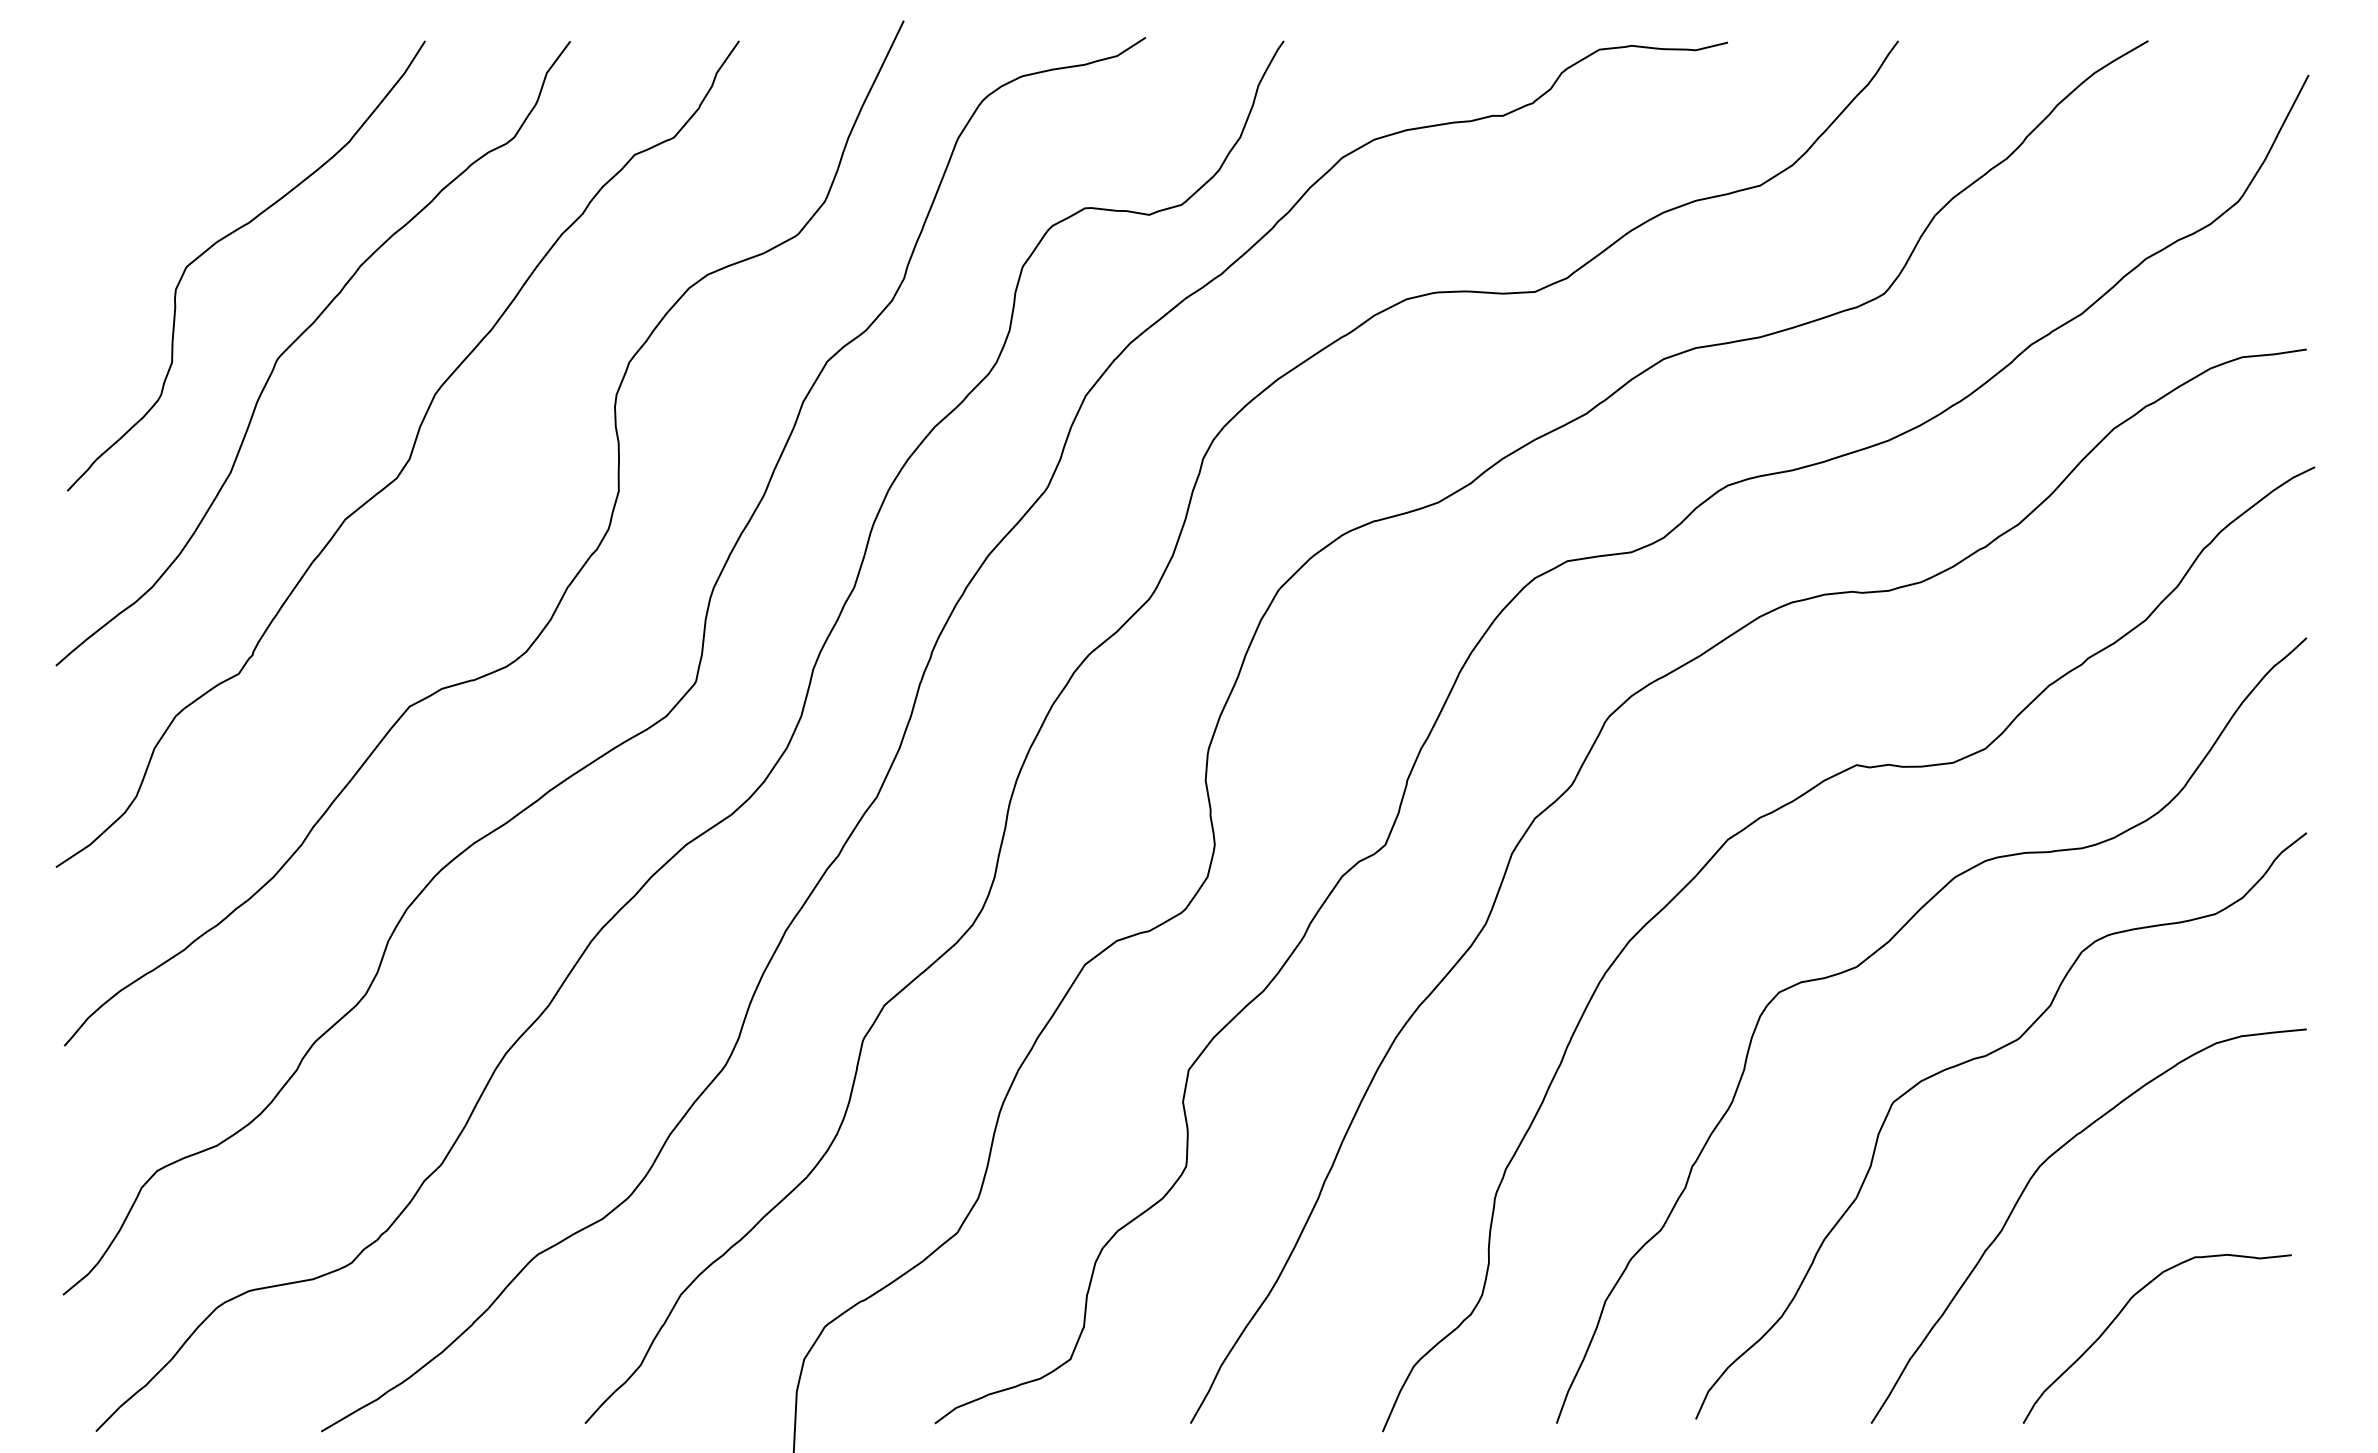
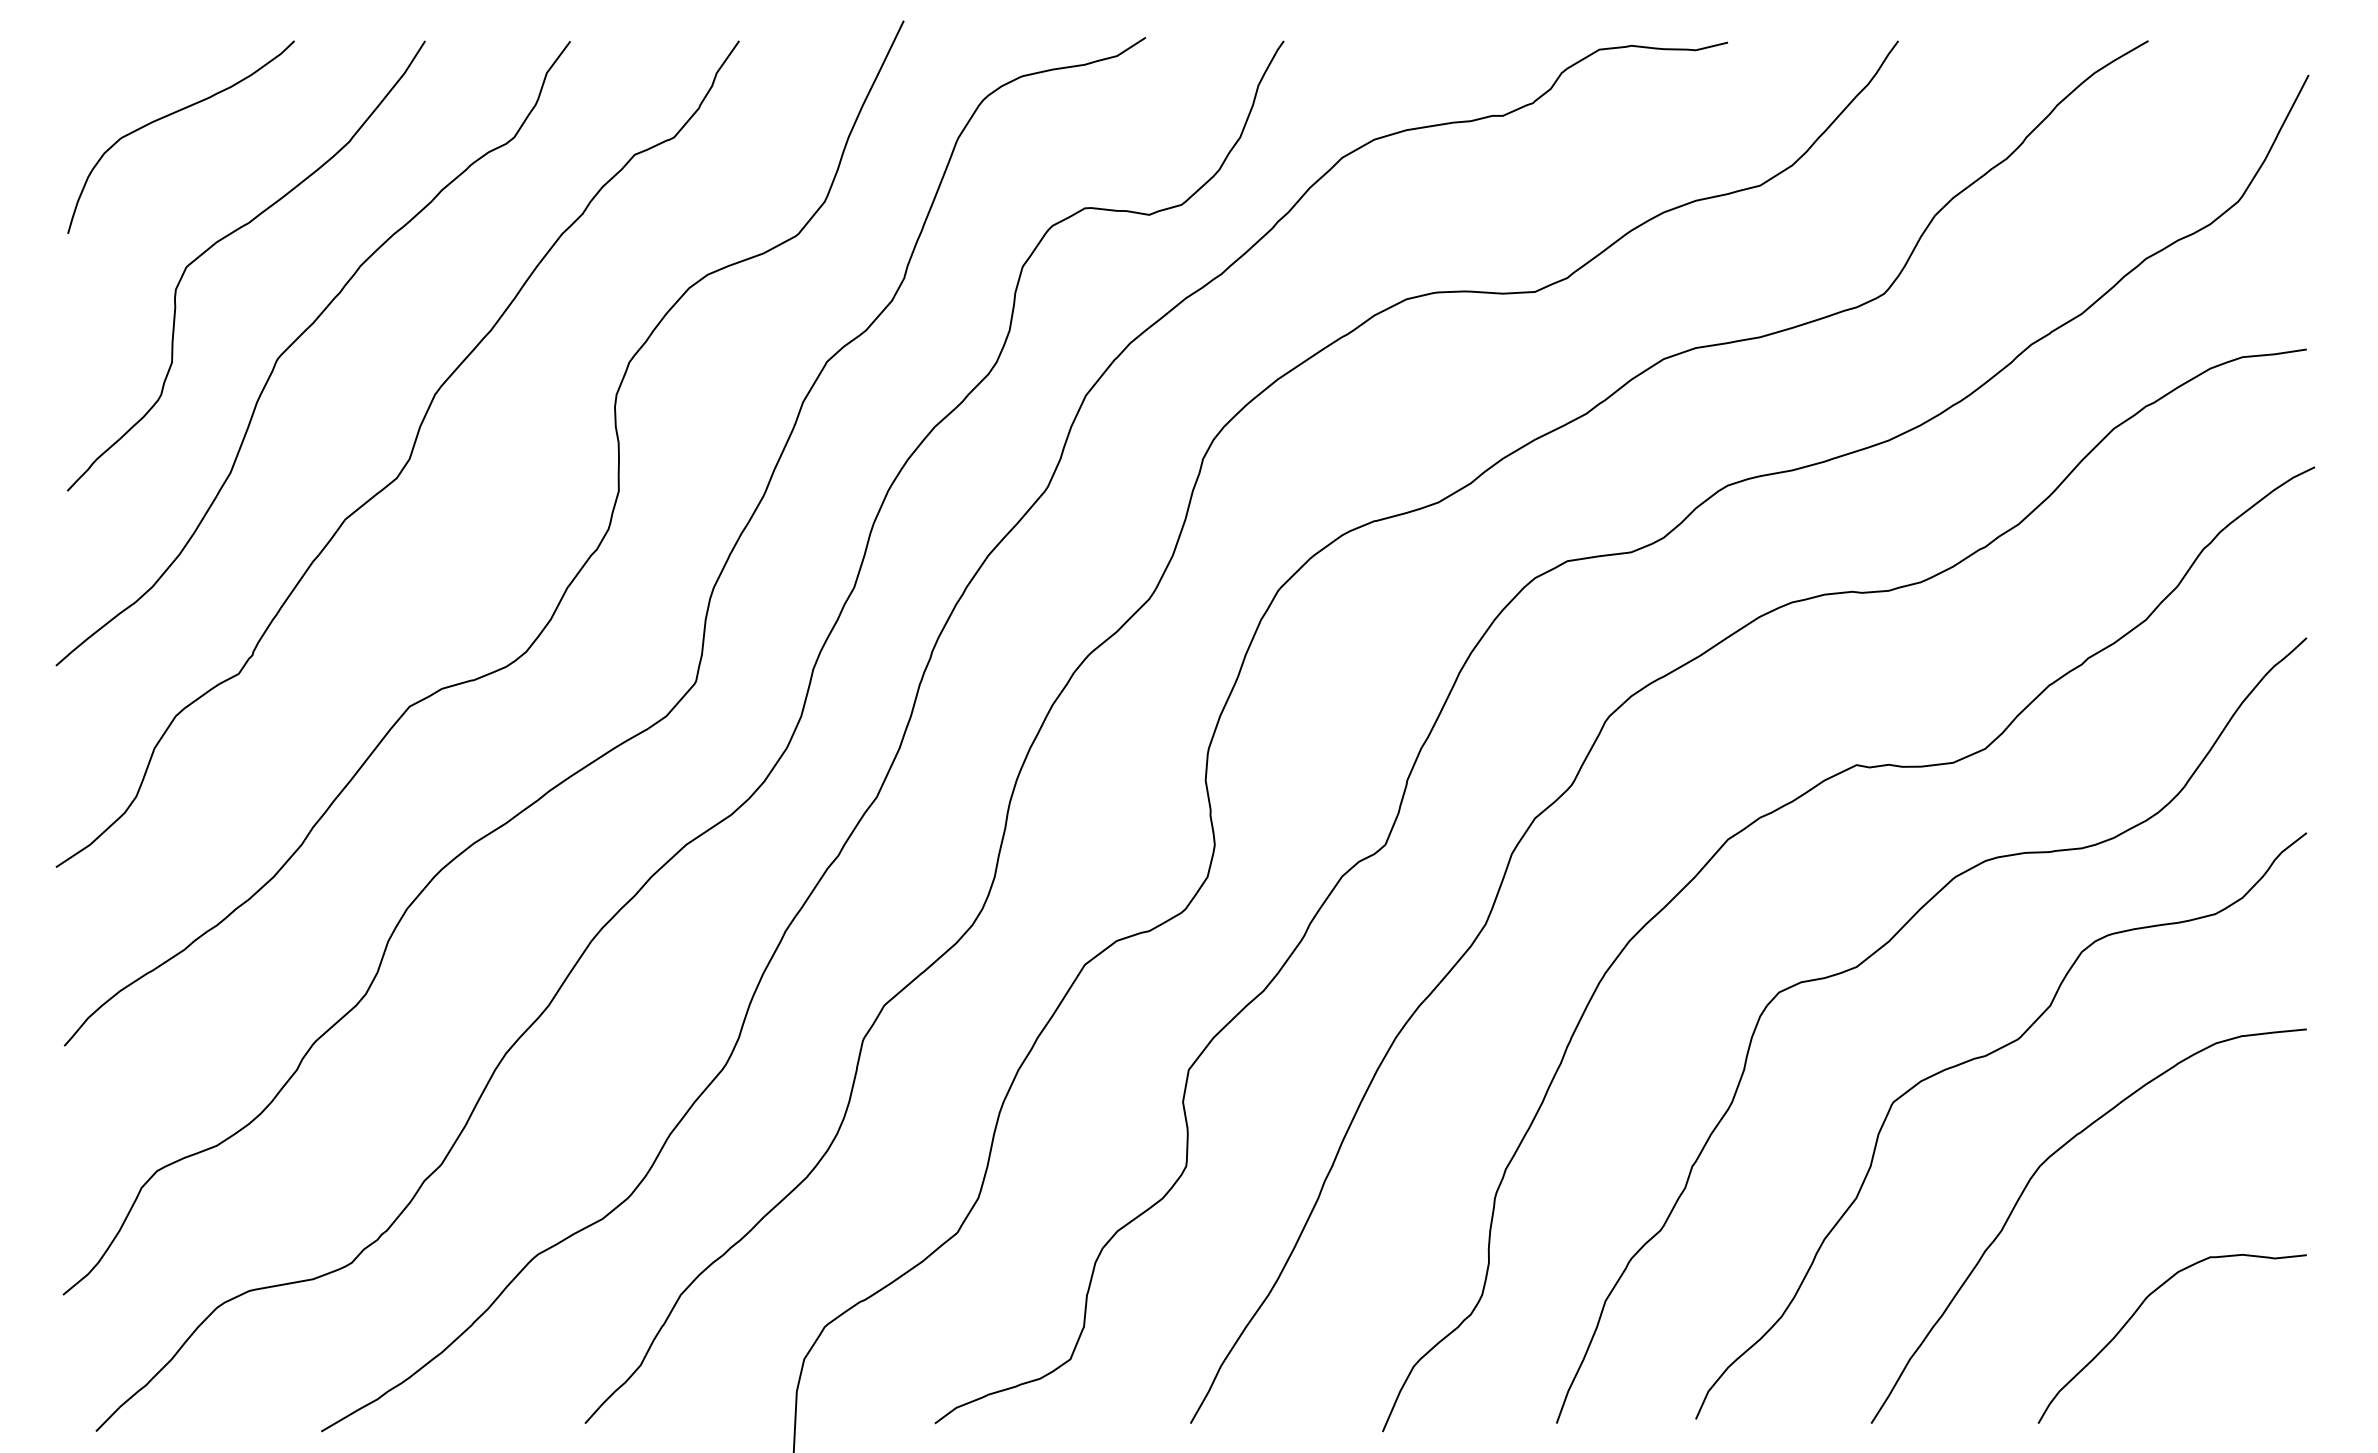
curve at (173, 114): none -> present
curve at (2122, 1311) position: (2122, 1311) -> (2137, 1311)
